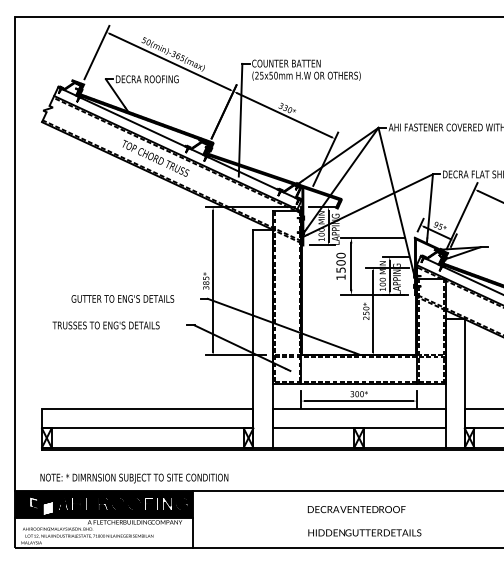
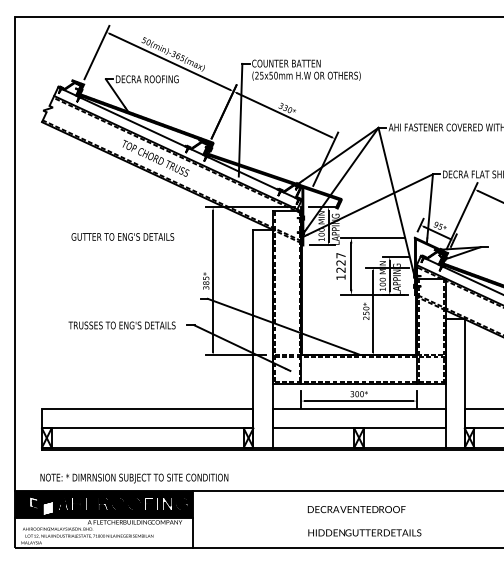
text at (340, 262): 1500 -> 1227
text at (122, 298) position: (122, 298) -> (122, 236)
text at (105, 325) position: (105, 325) -> (121, 325)
